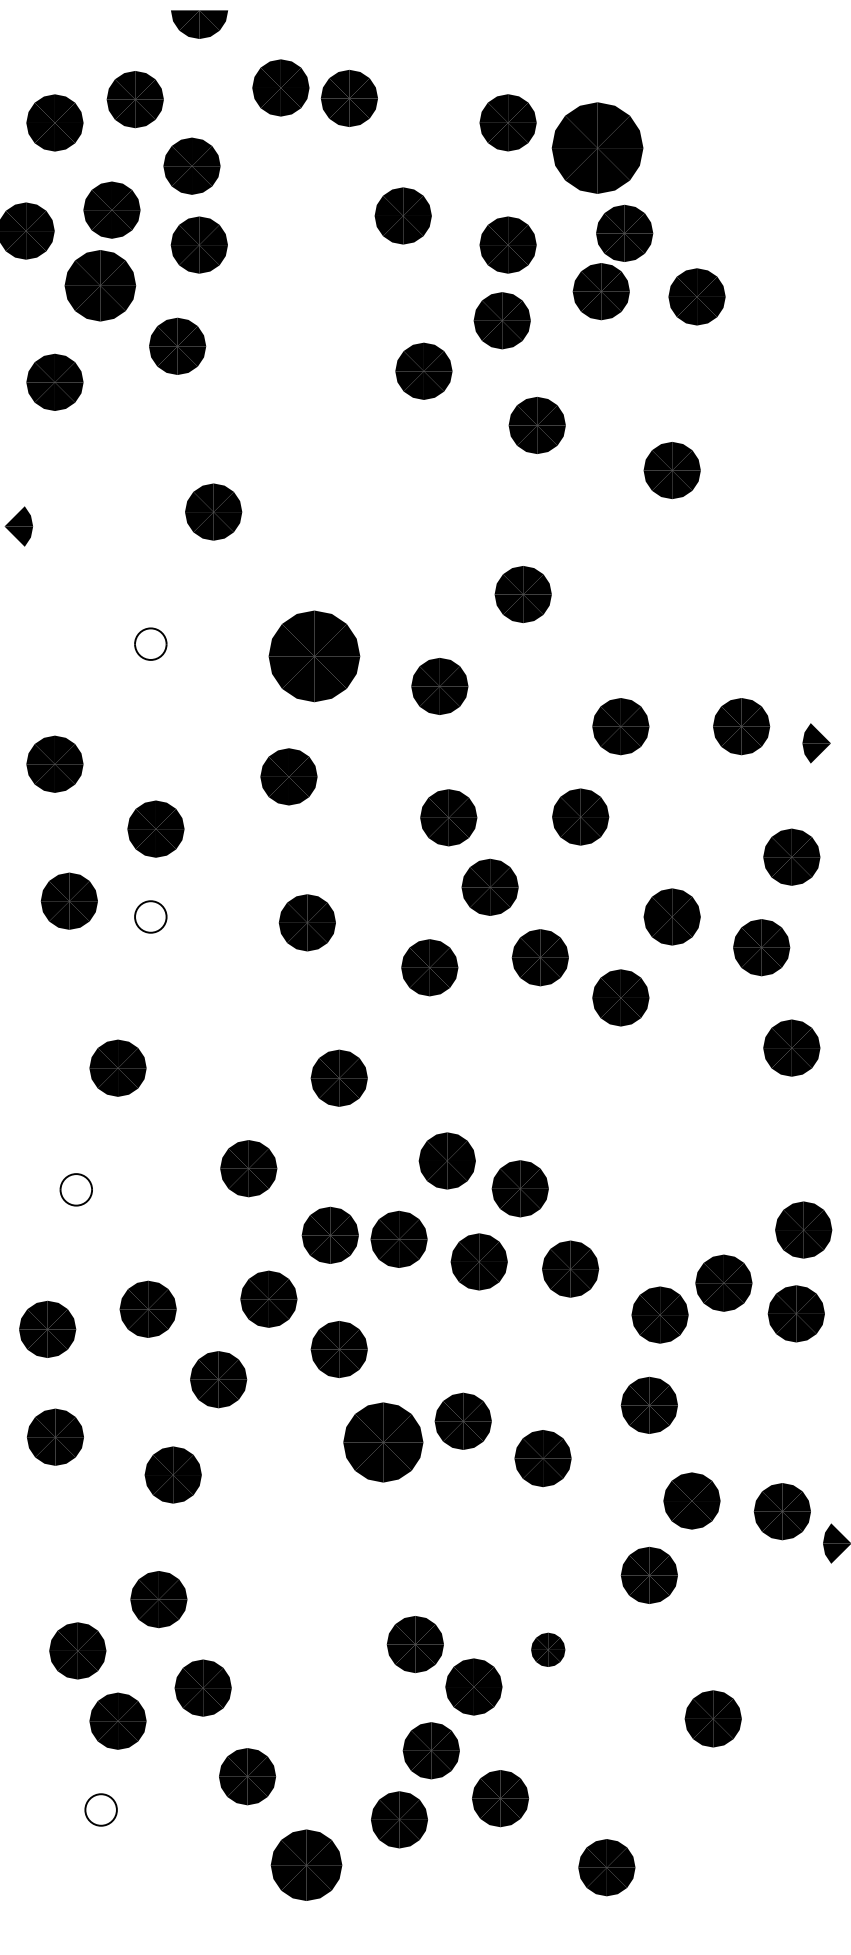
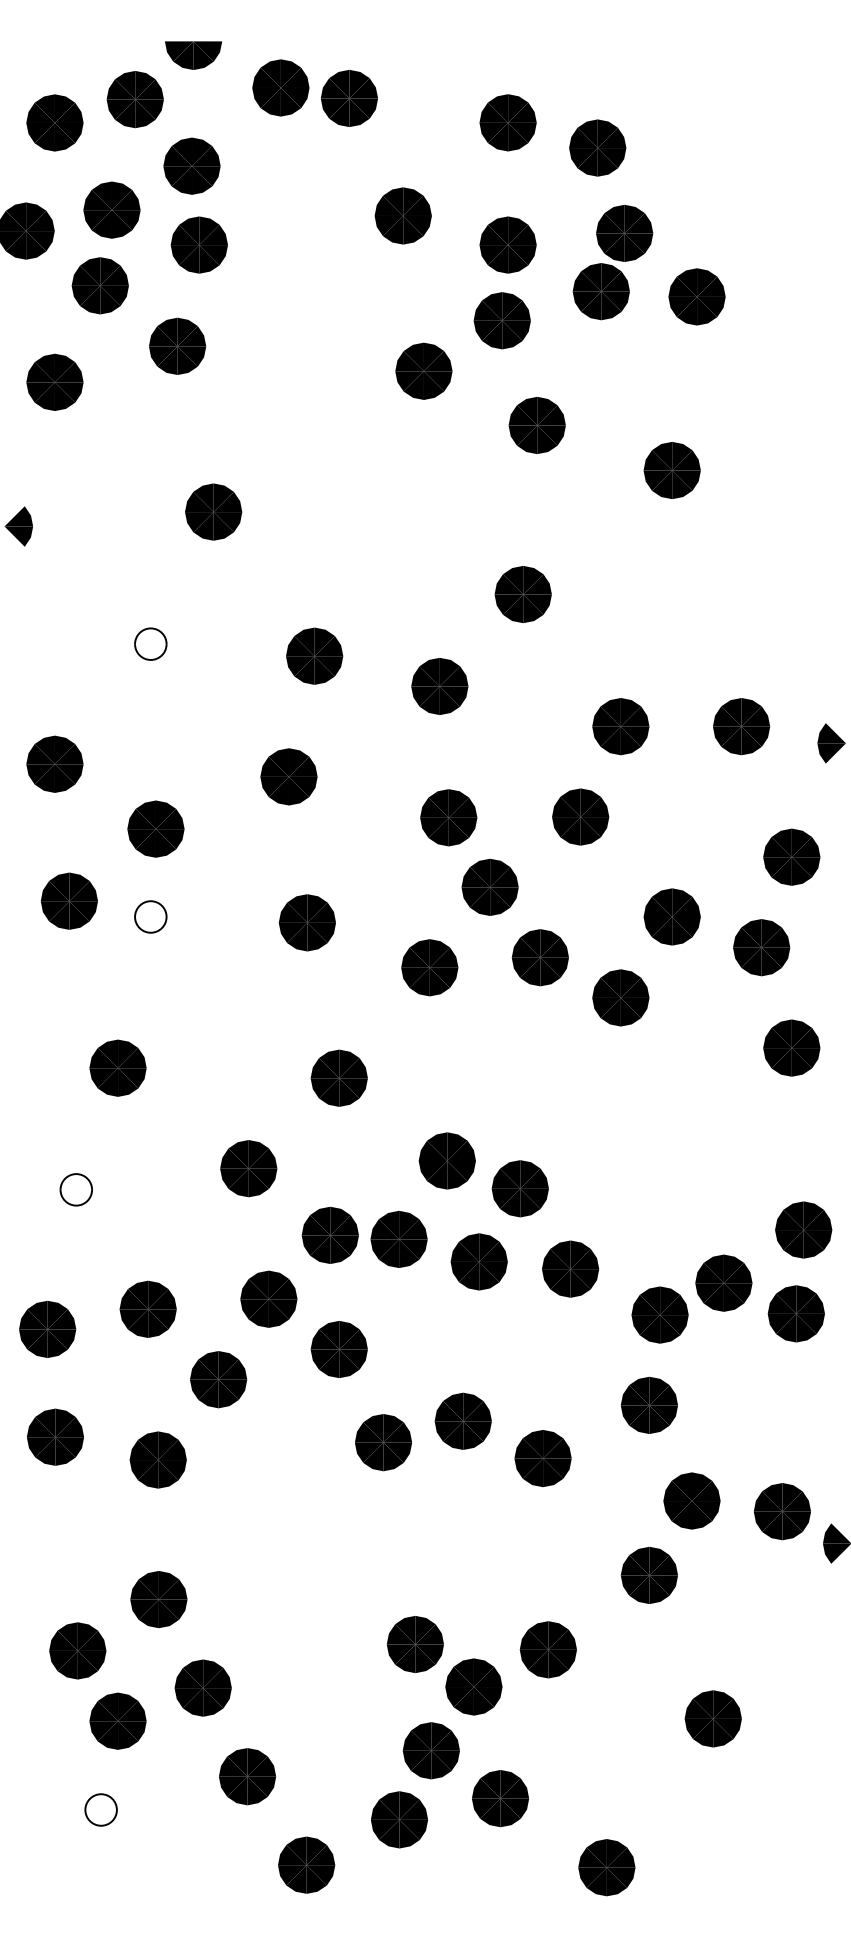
part at (199, 24) position: (199, 24) -> (193, 55)
part at (597, 147) size: 93x92 px -> 58x58 px
part at (100, 285) size: 73x72 px -> 58x58 px
part at (314, 656) size: 93x93 px -> 58x58 px
part at (816, 743) position: (816, 743) -> (831, 743)
part at (383, 1442) size: 81x81 px -> 58x58 px
part at (172, 1474) position: (172, 1474) -> (157, 1459)
part at (548, 1649) size: 35x35 px -> 58x58 px
part at (306, 1864) size: 73x72 px -> 58x58 px
